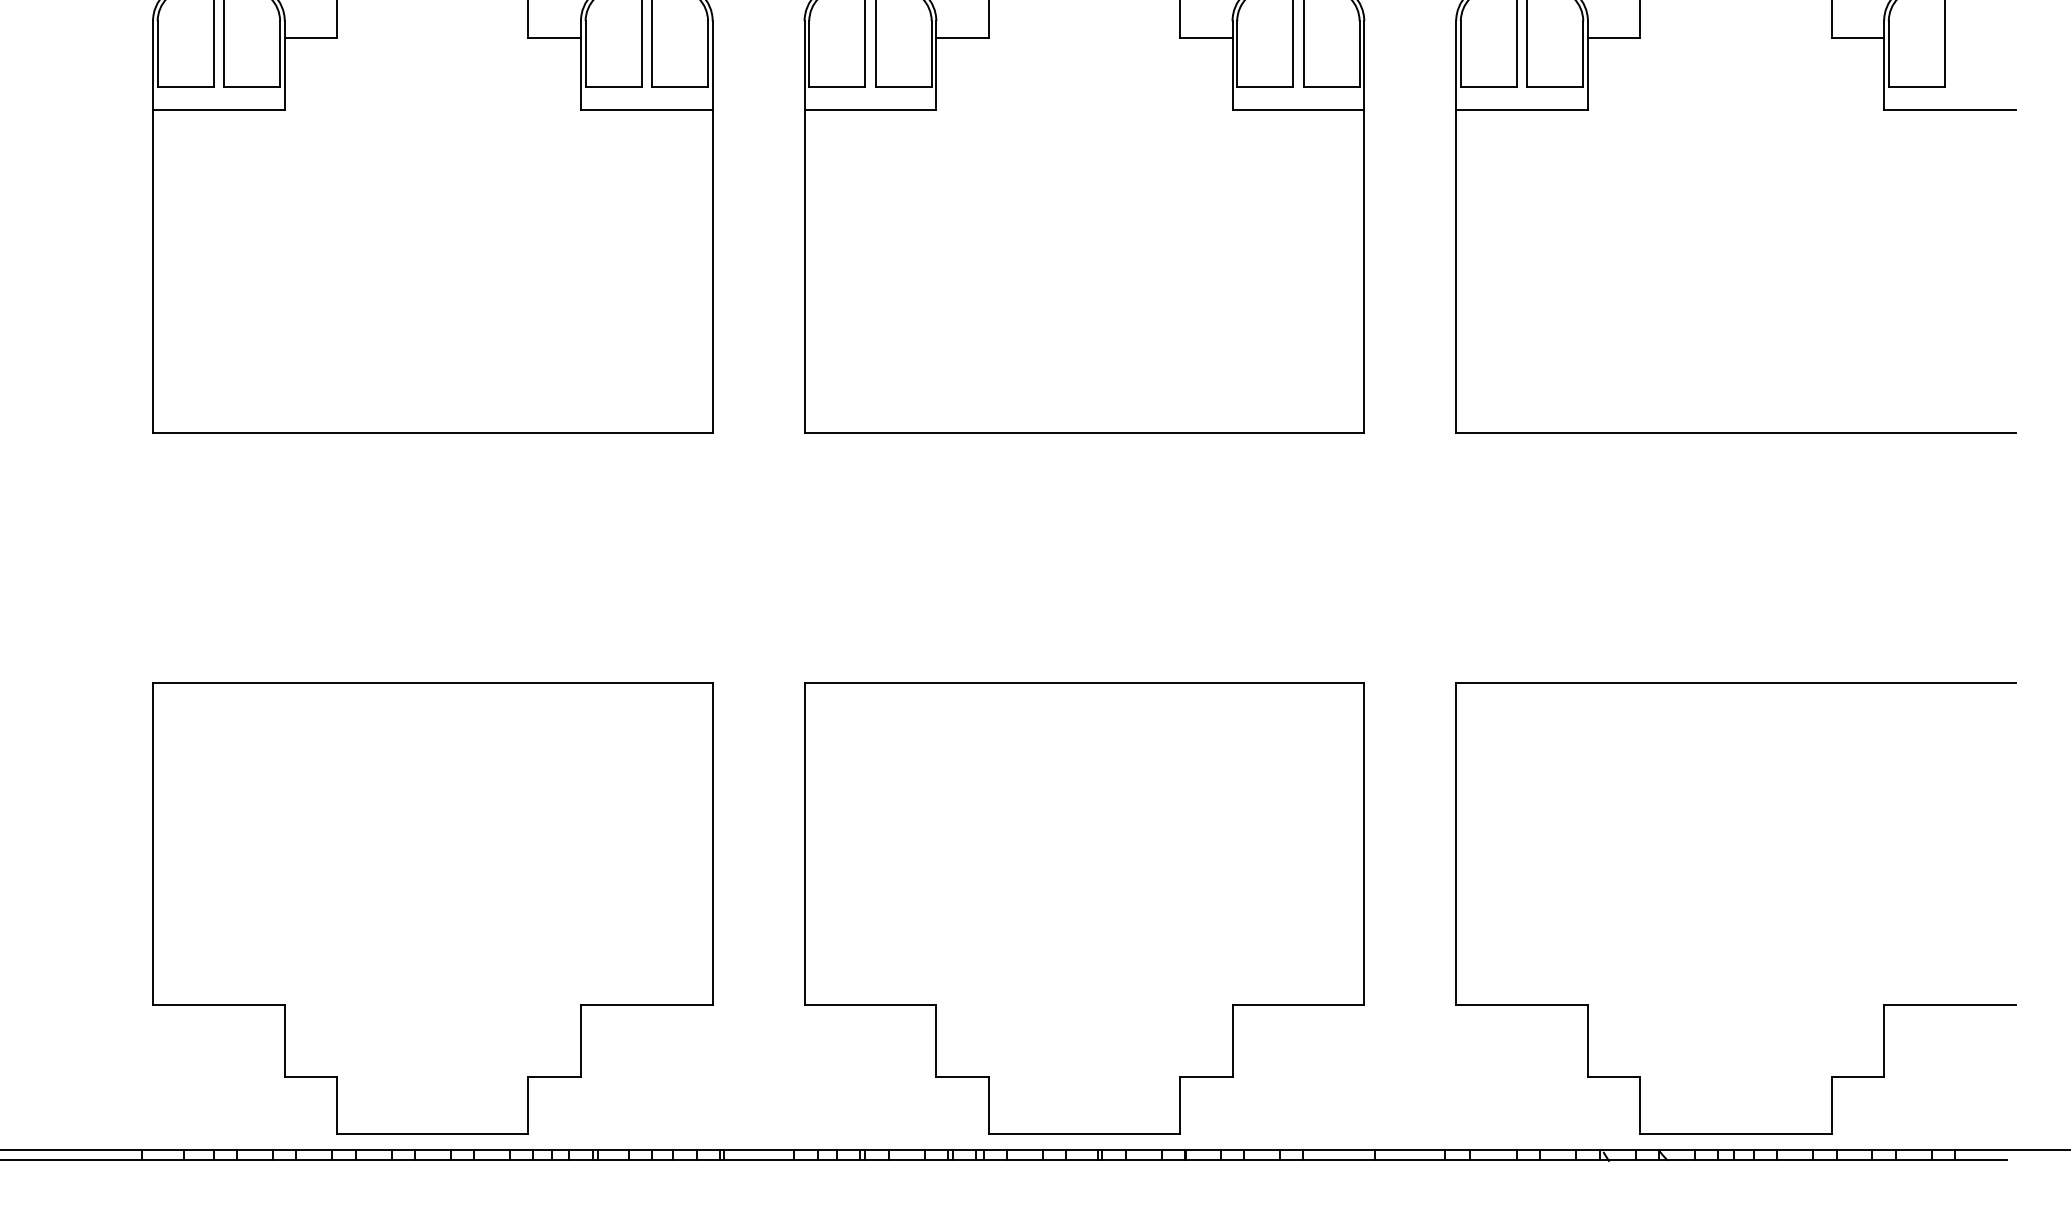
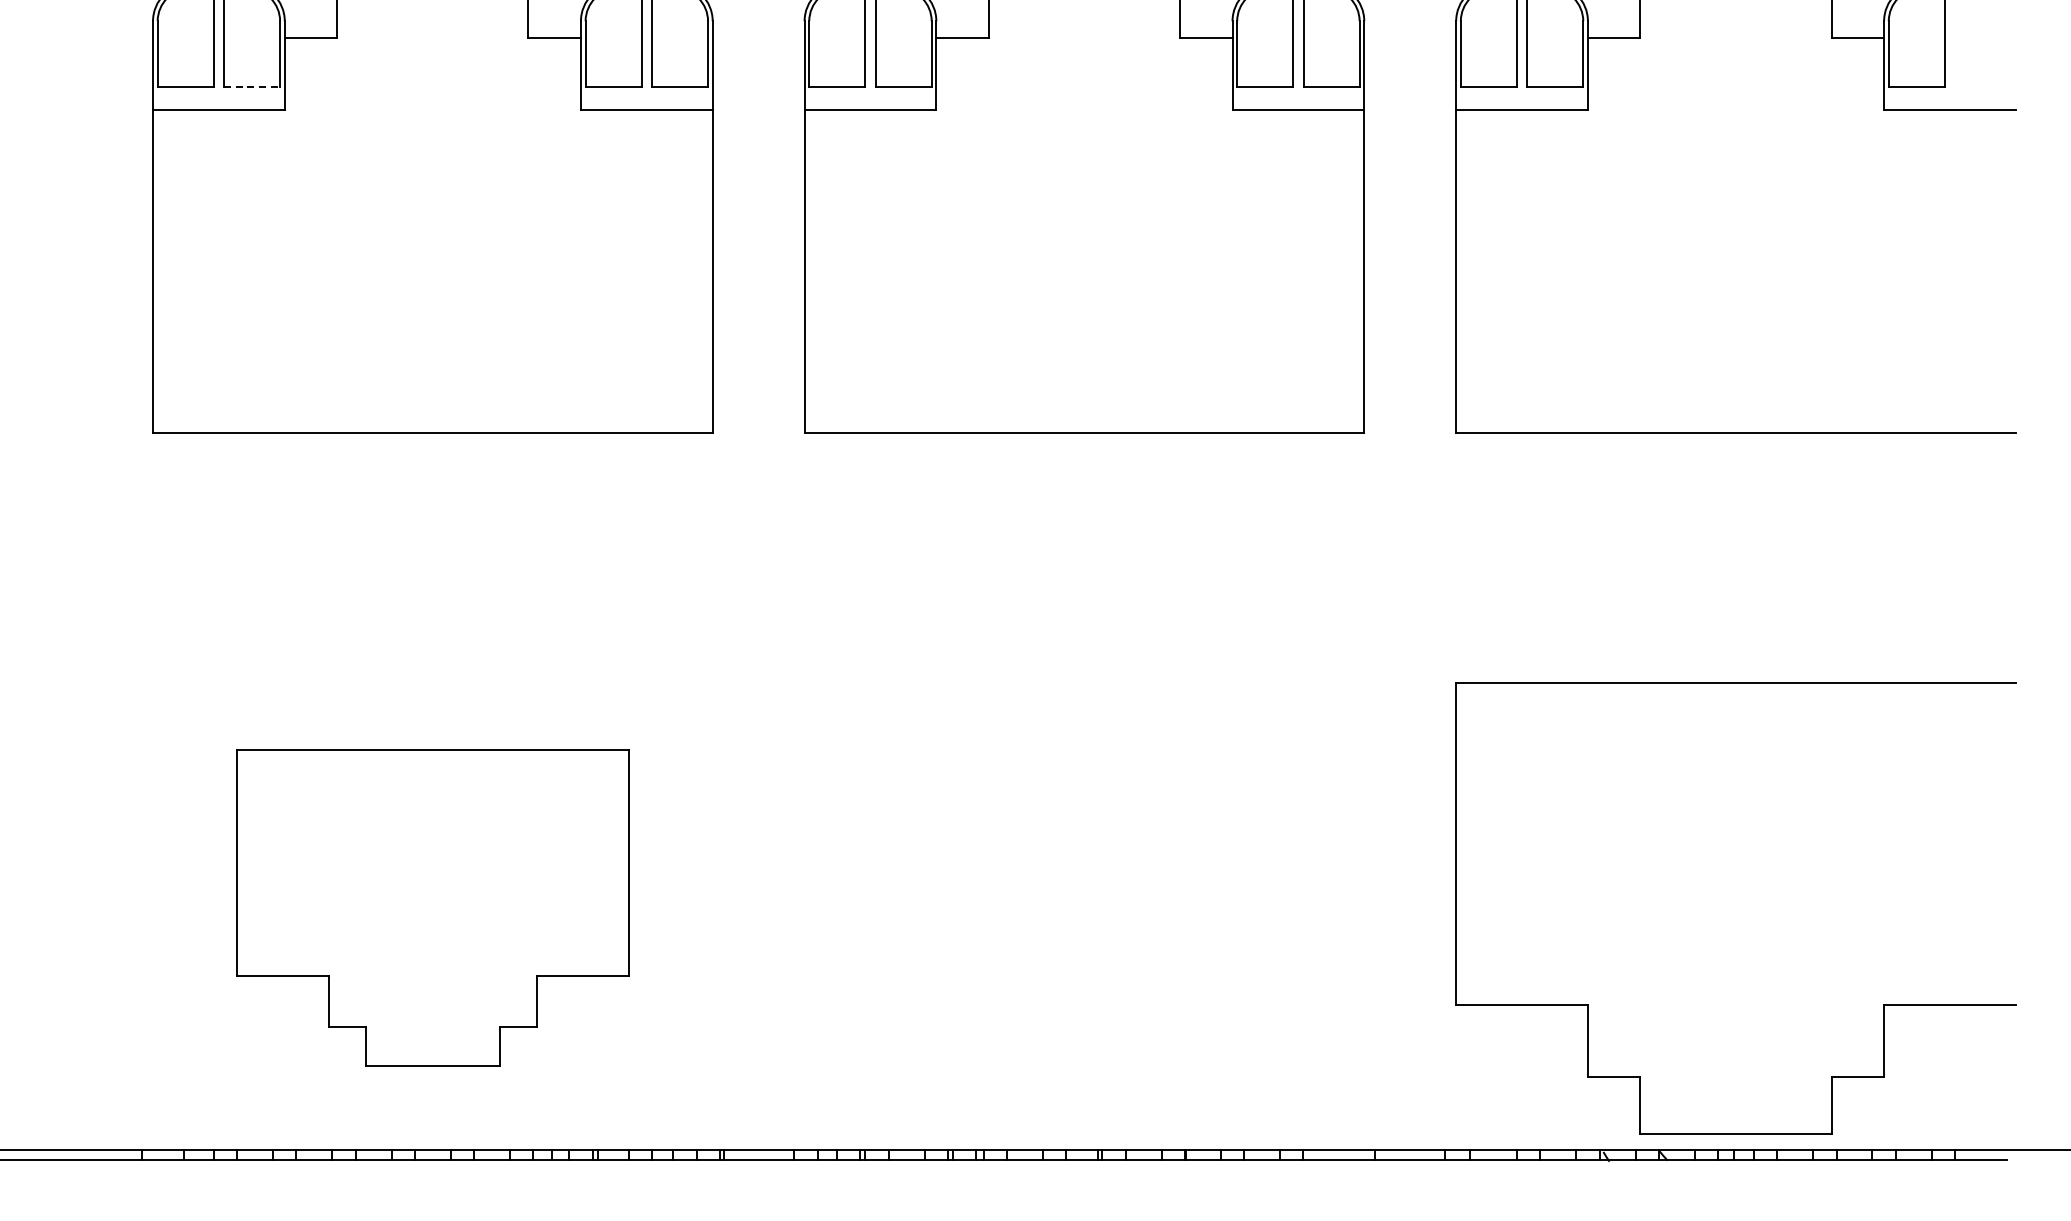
line at (252, 86): solid -> dashed
part at (432, 908) size: 562x453 px -> 394x318 px
part at (1084, 908): present -> none
